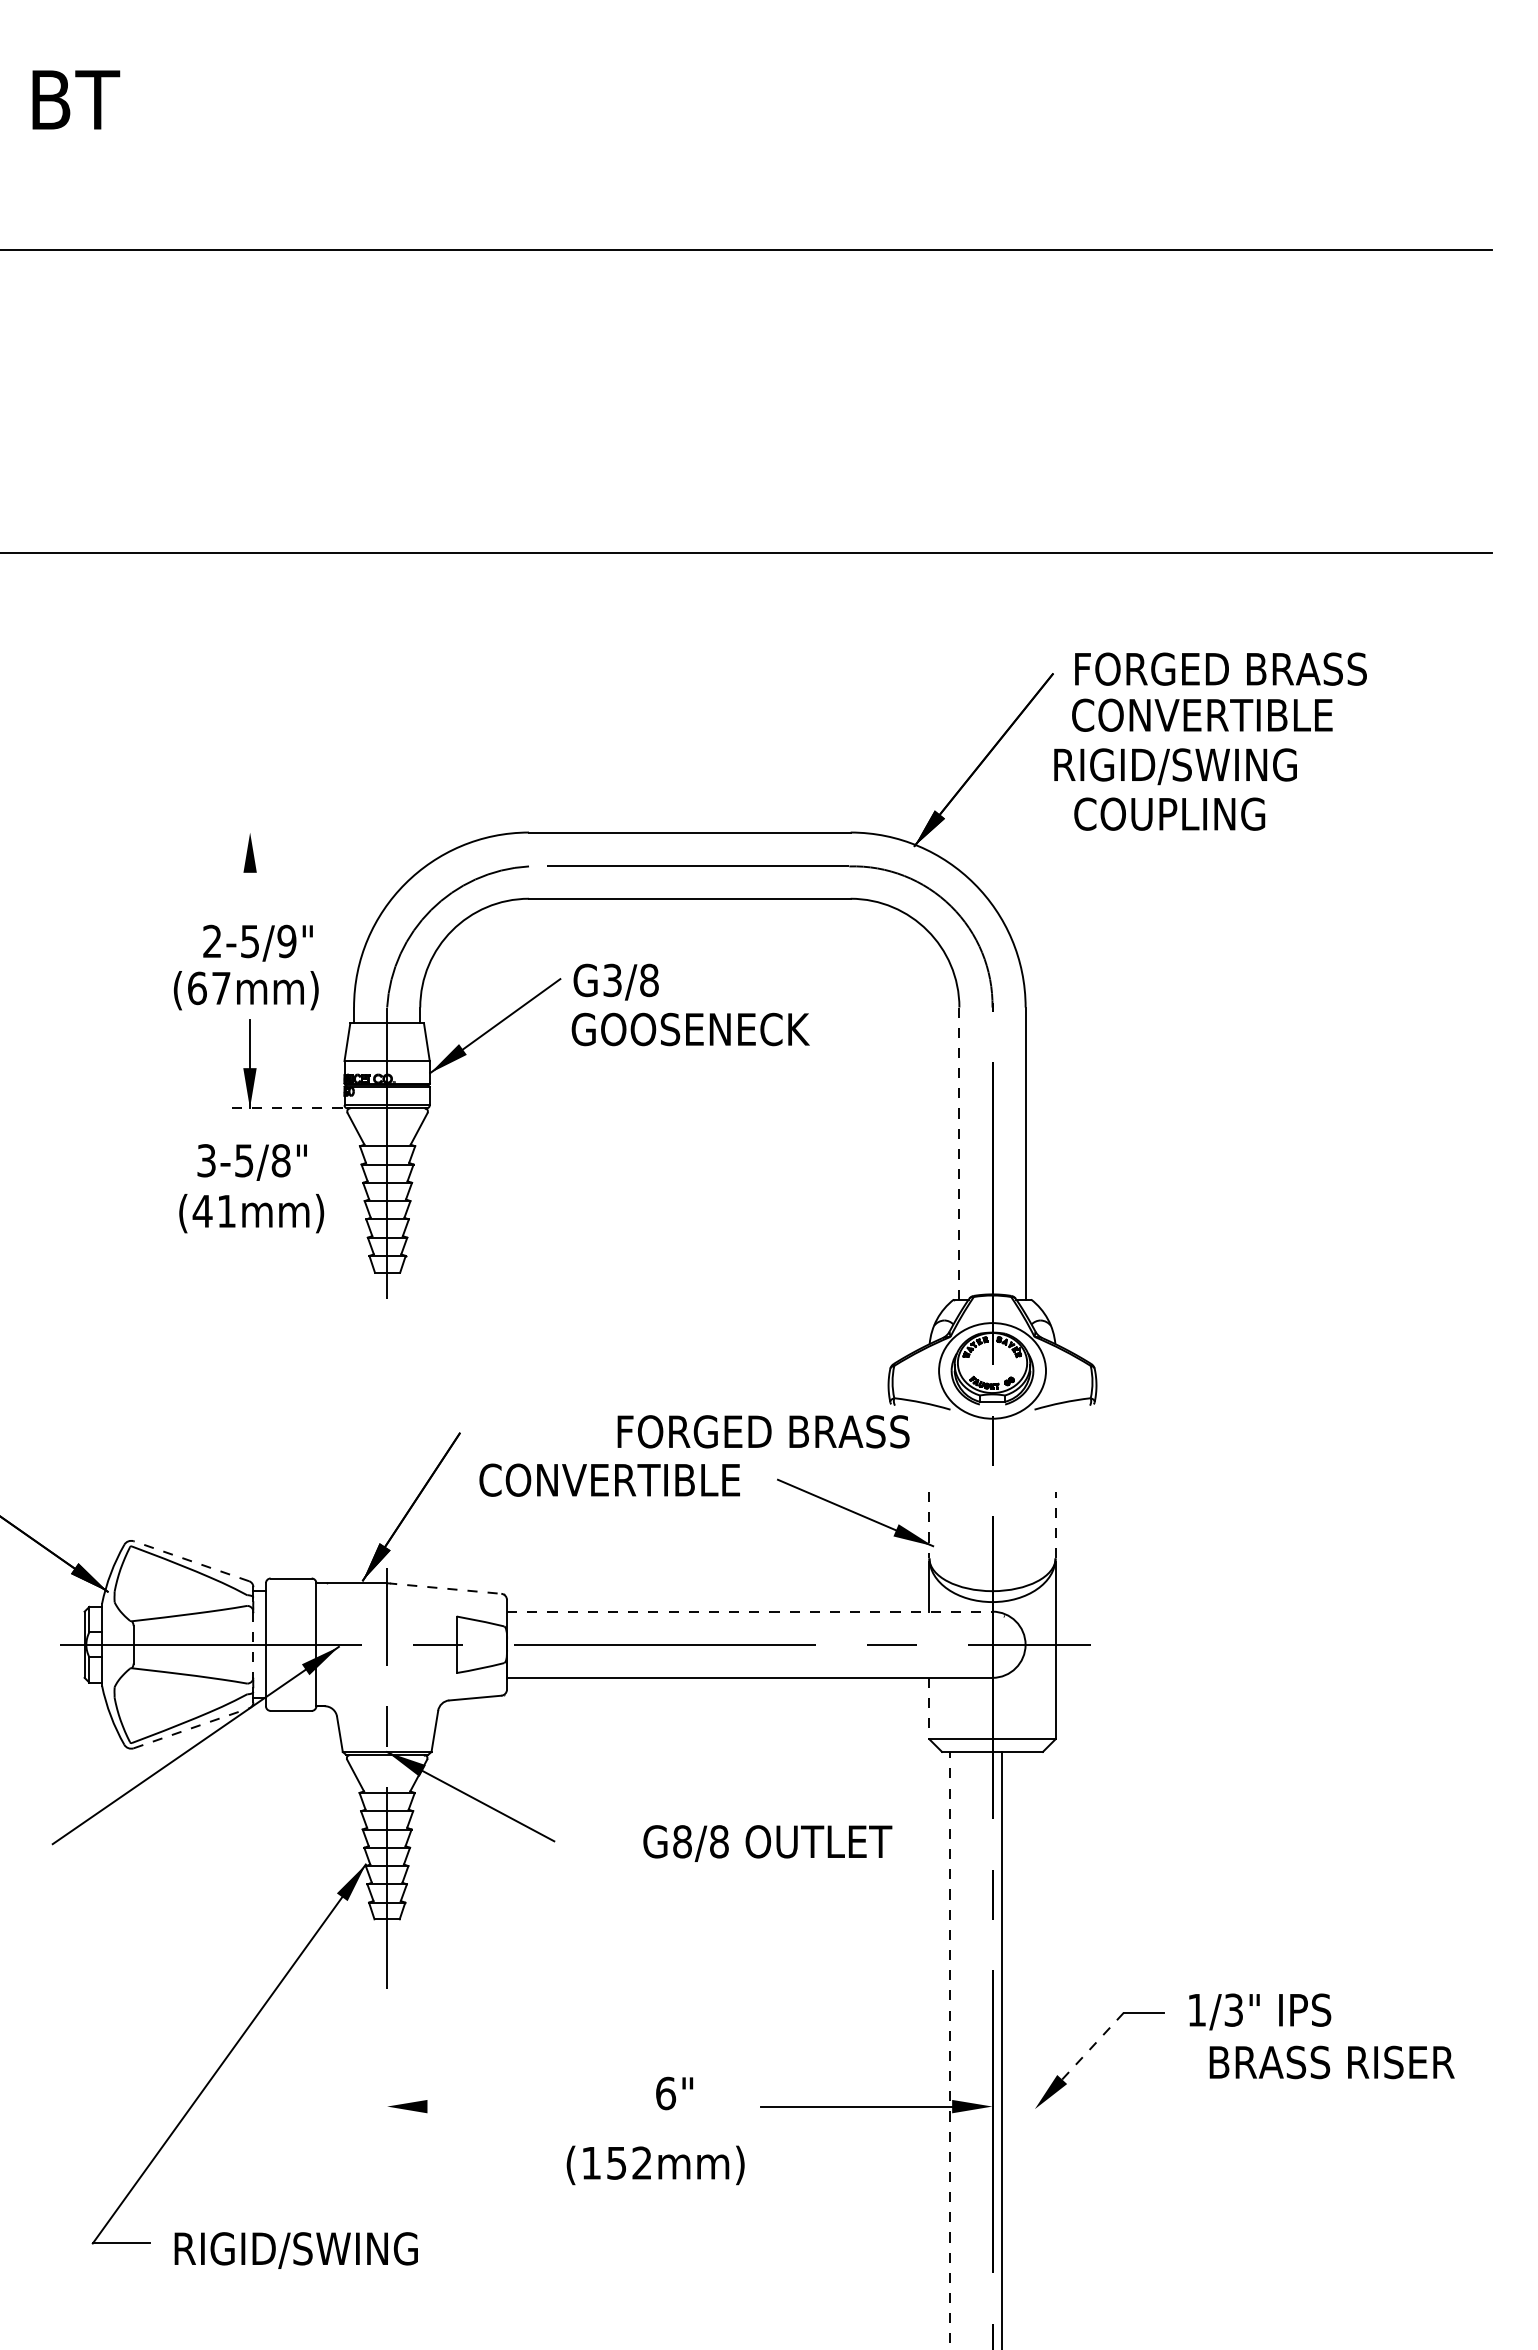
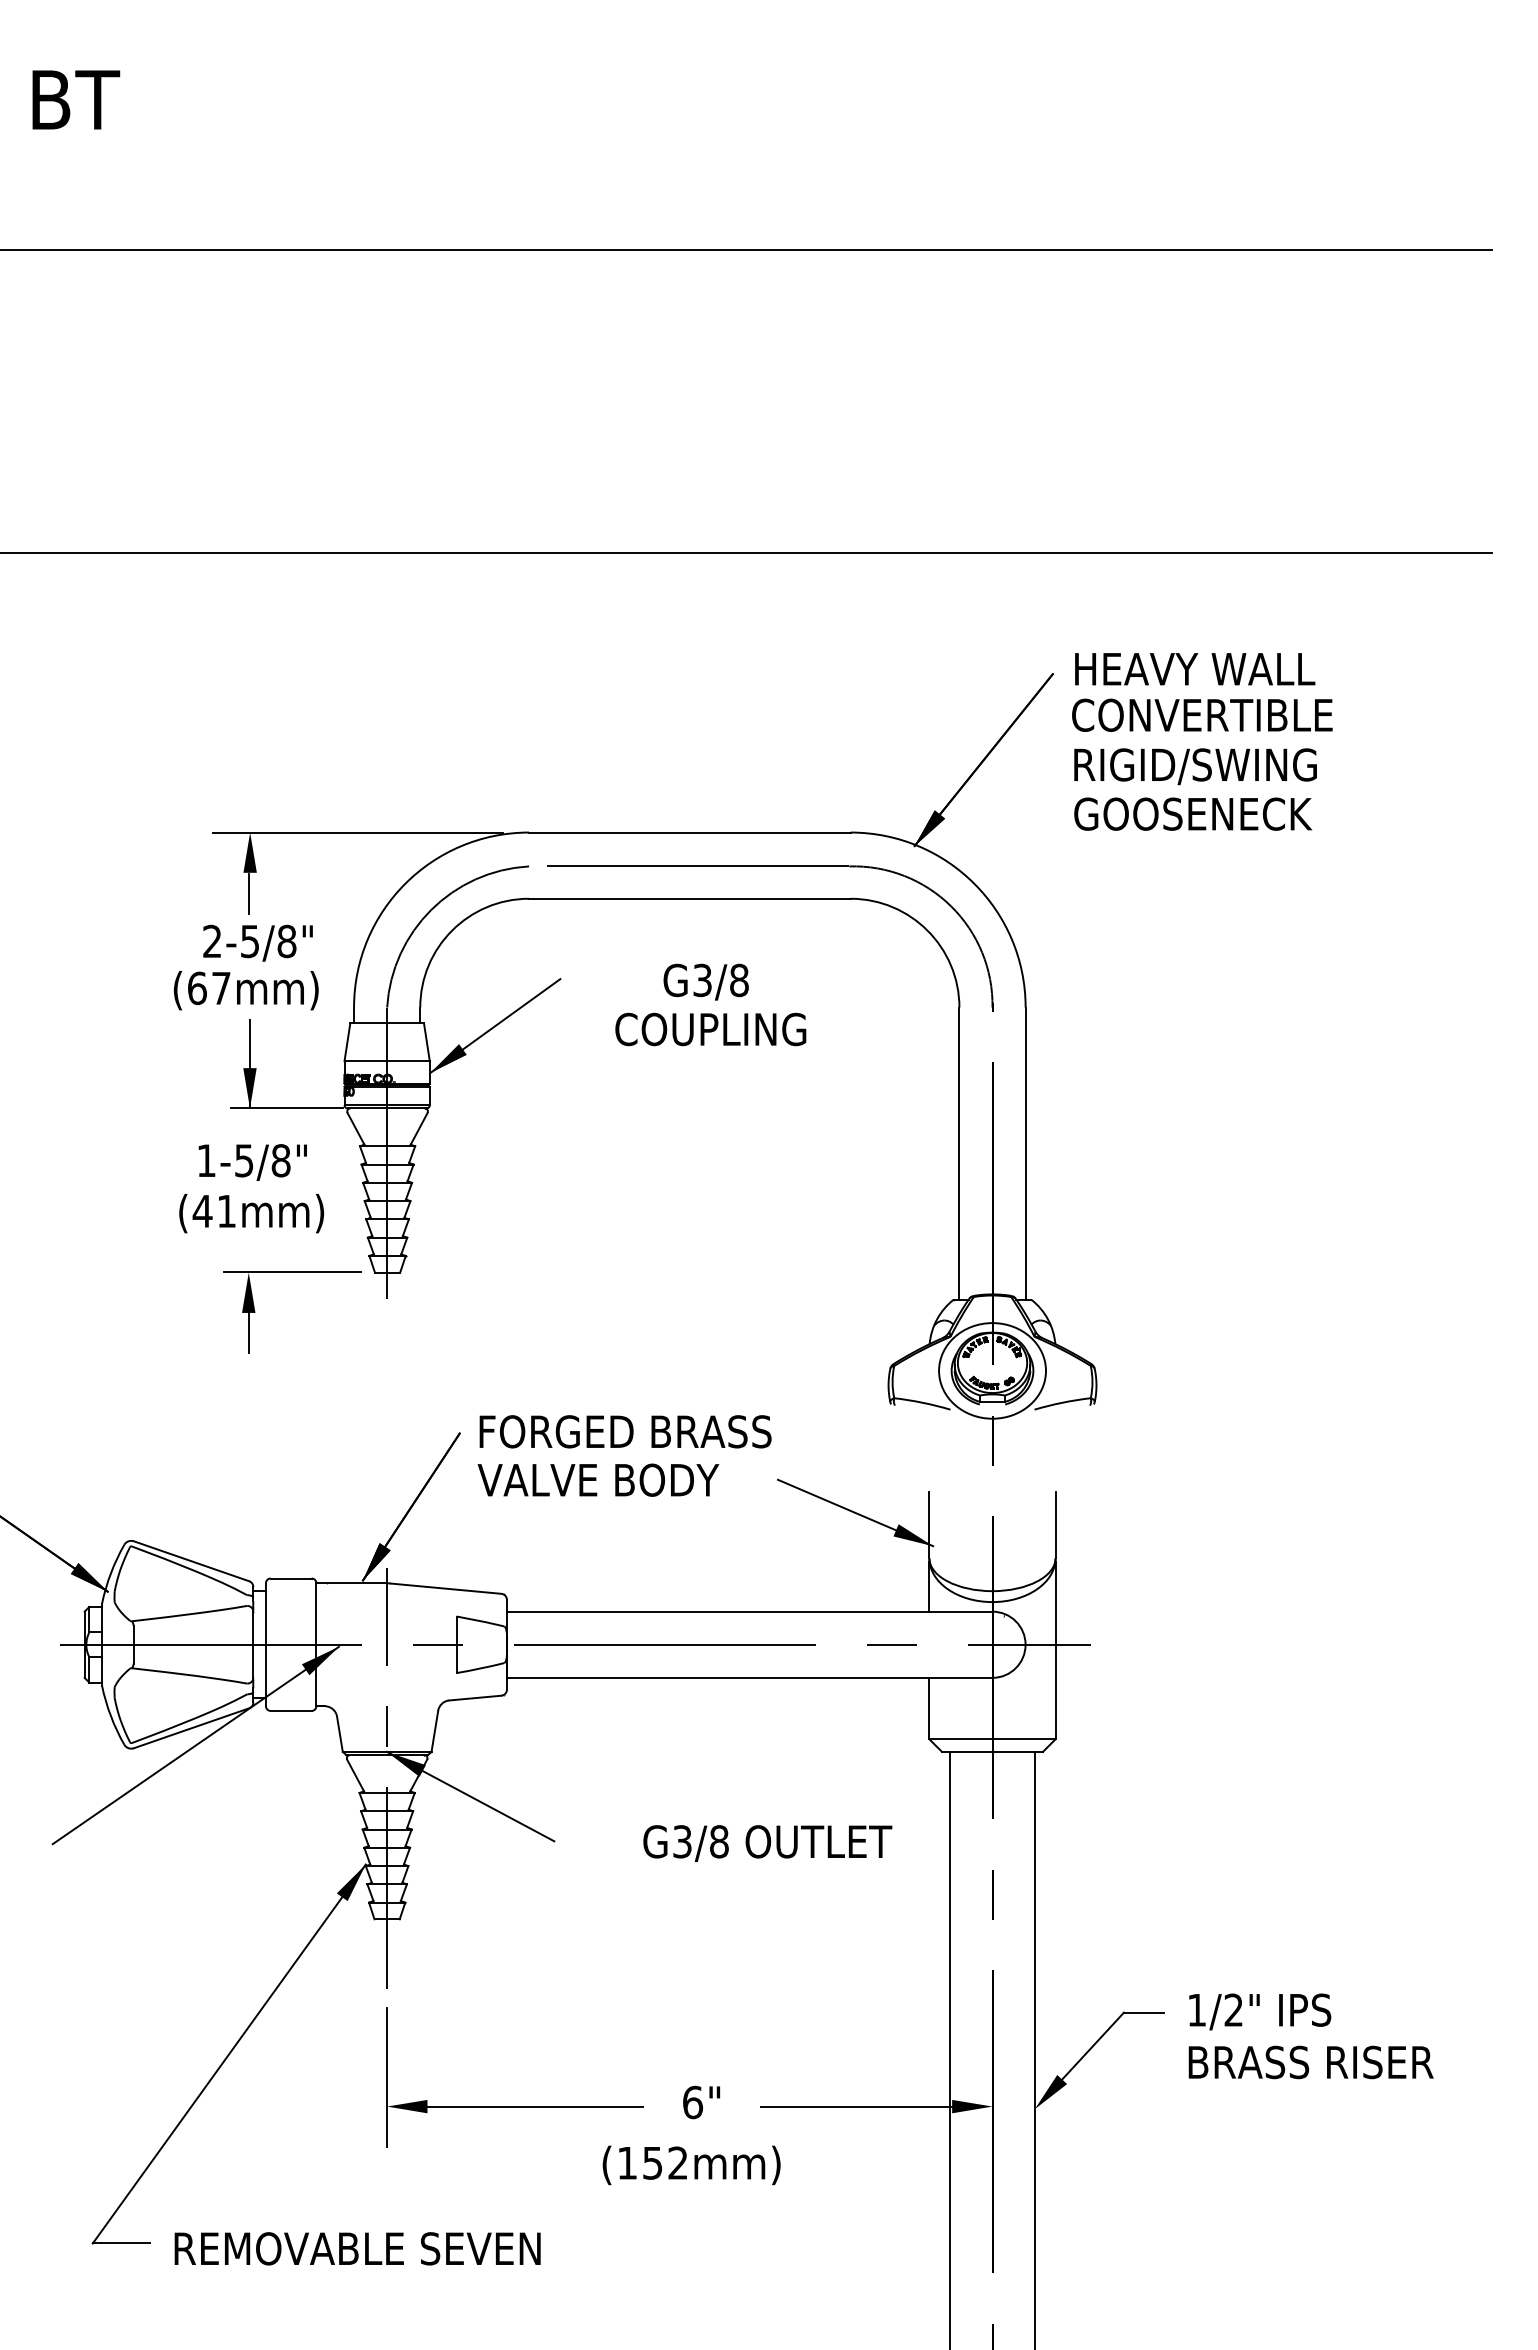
text at (1222, 668): FORGED BRASS -> HEAVY WALL
text at (1175, 766) position: (1175, 766) -> (1195, 766)
text at (1193, 813): COUPLING -> GOOSENECK
line at (358, 832): none -> present
line at (249, 893): none -> present
text at (286, 941): 2-5/9" -> 2-5/8"
text at (615, 981) position: (615, 981) -> (705, 981)
text at (690, 1029): GOOSENECK -> COUPLING
line at (286, 1108): dashed -> solid
line at (959, 1153): dashed -> solid
text at (206, 1160): 3-5/8" -> 1-5/8"
part at (255, 1312): none -> present
text at (763, 1431) position: (763, 1431) -> (625, 1431)
text at (608, 1479): CONVERTIBLE -> VALVE BODY
line at (1055, 1524): dashed -> solid
line at (929, 1525): dashed -> solid
line at (190, 1561): dashed -> solid
line at (444, 1588): dashed -> solid
line at (749, 1611): dashed -> solid
line at (253, 1645): dashed -> solid
line at (929, 1708): dashed -> solid
line at (191, 1728): dashed -> solid
text at (682, 1841): G8/8 -> G3/8
text at (1233, 2009): 1/3" -> 1/2"
line at (1093, 2046): dashed -> solid
line at (1001, 2048) position: (1001, 2048) -> (1034, 2048)
line at (950, 2050): dashed -> solid
text at (1331, 2062) position: (1331, 2062) -> (1310, 2062)
line at (387, 2077): none -> present
text at (674, 2093) position: (674, 2093) -> (701, 2102)
line at (535, 2106): none -> present
text at (655, 2165) position: (655, 2165) -> (691, 2165)
text at (372, 2250): RIGID/SWING -> REMOVABLE SEVEN
